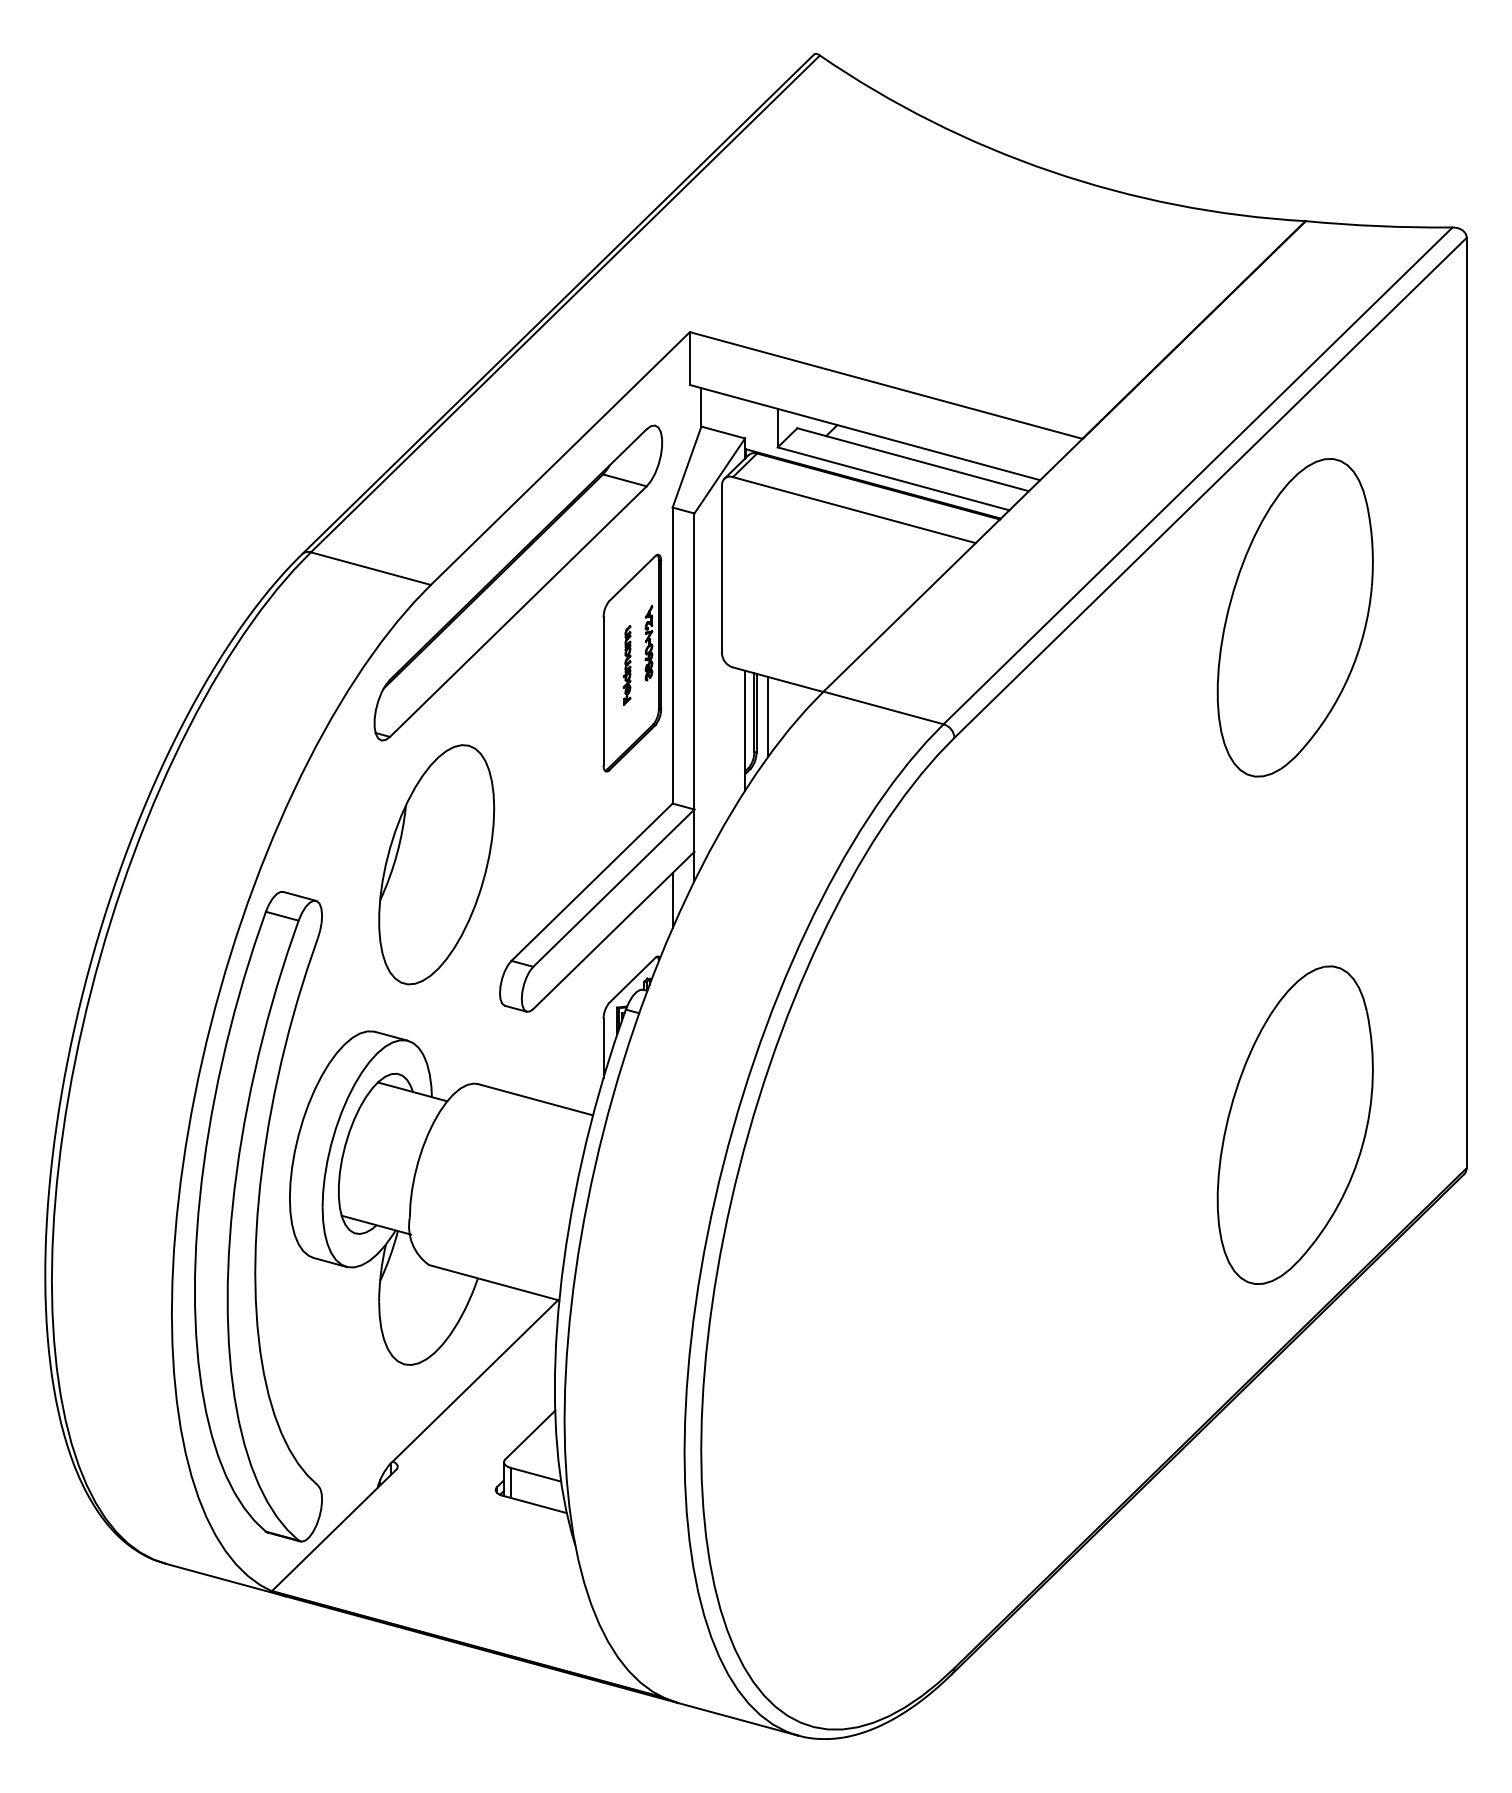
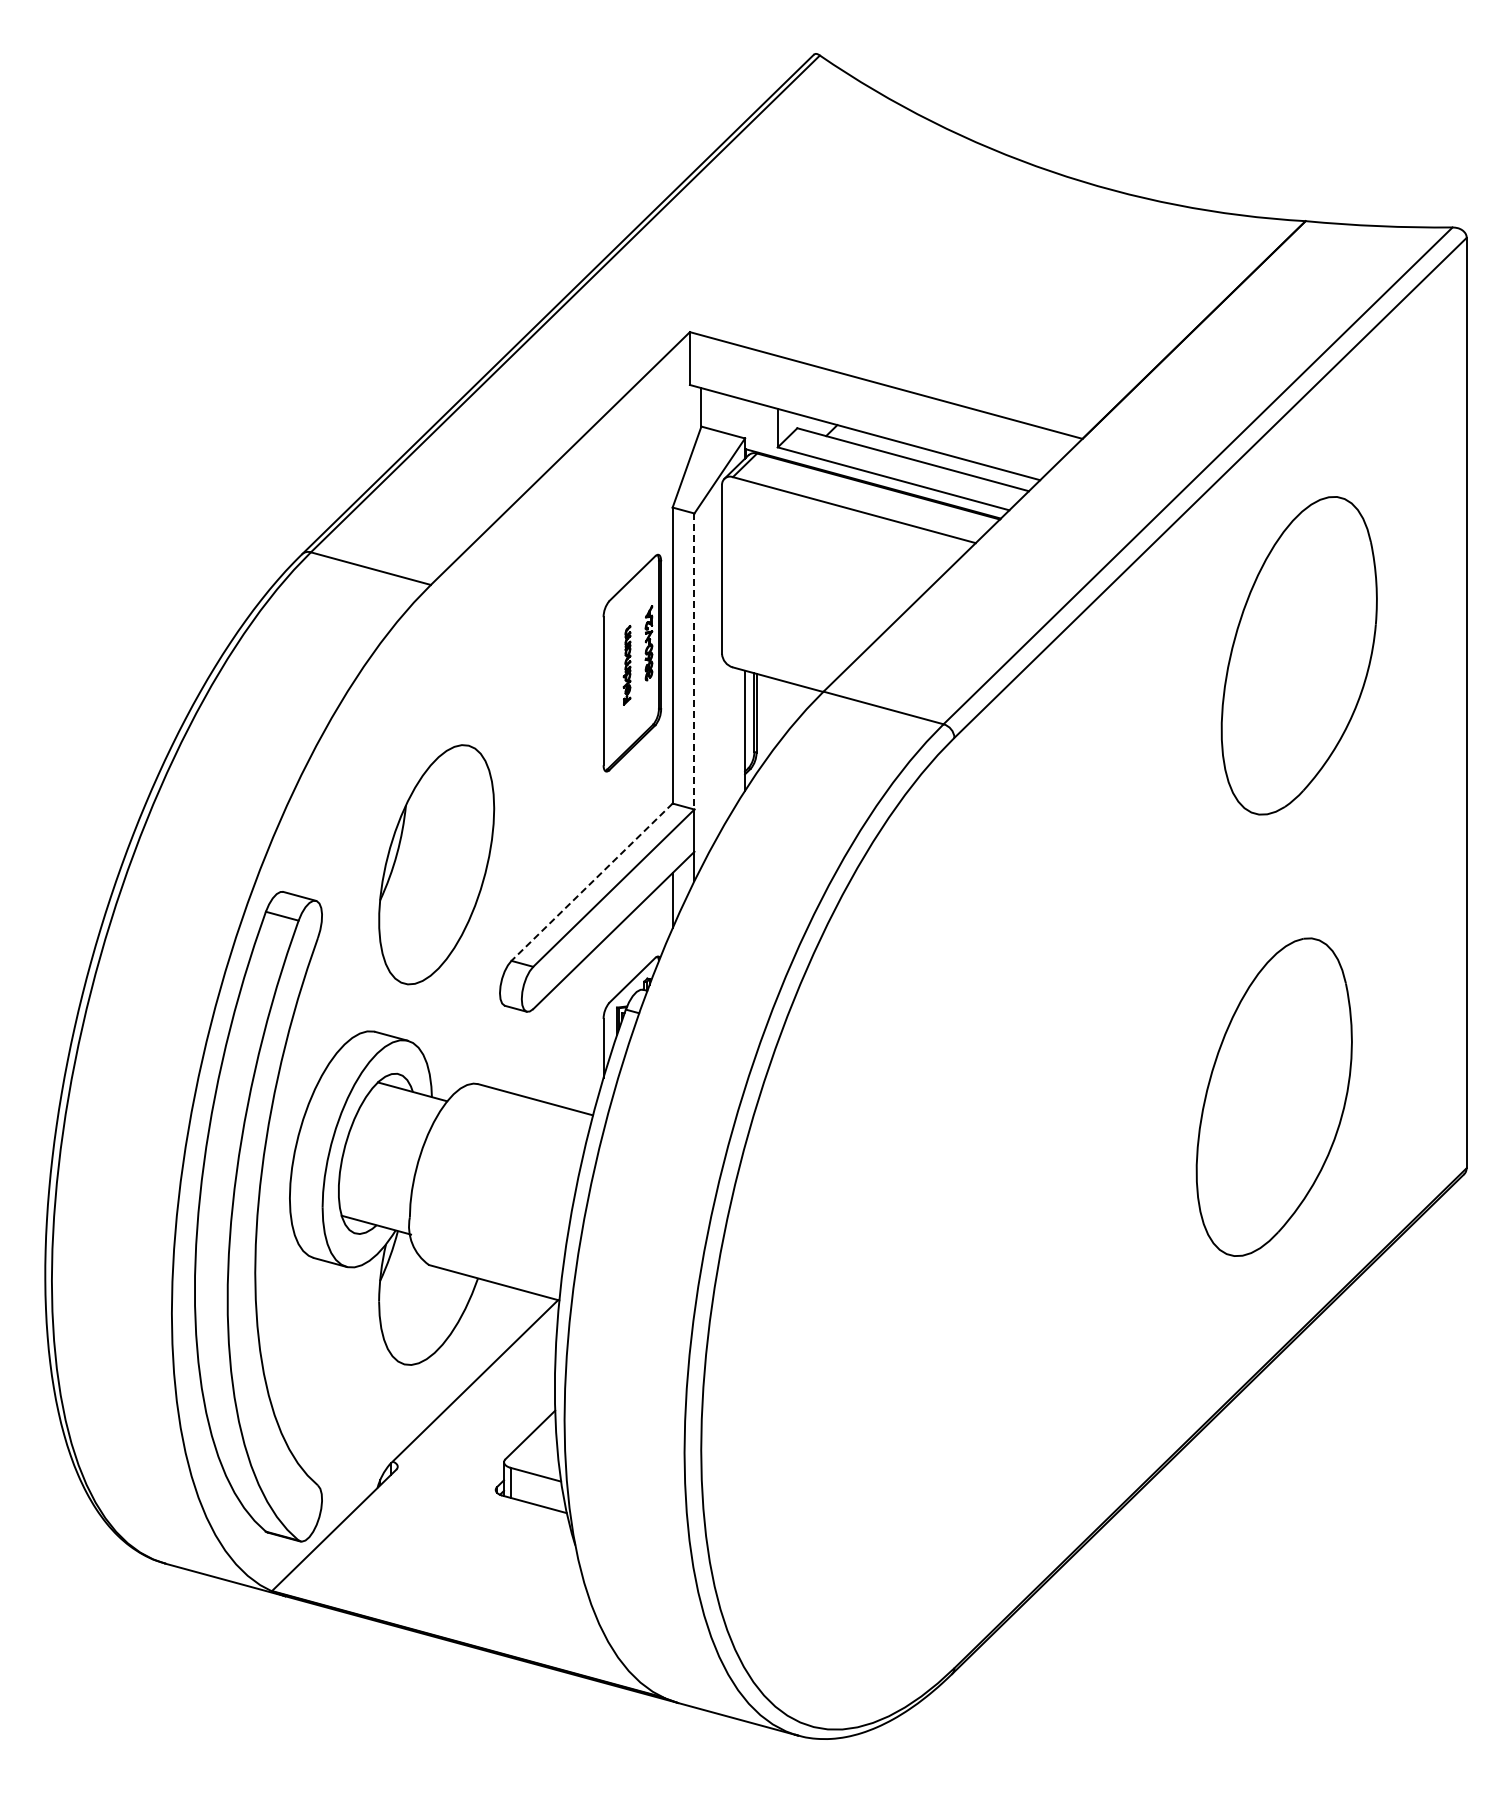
part at (517, 582): present -> none
part at (1294, 617) position: (1294, 617) -> (1298, 655)
line at (694, 662): solid -> dashed
line at (768, 716): present -> none
line at (592, 882): solid -> dashed
part at (1294, 1124) position: (1294, 1124) -> (1273, 1096)
